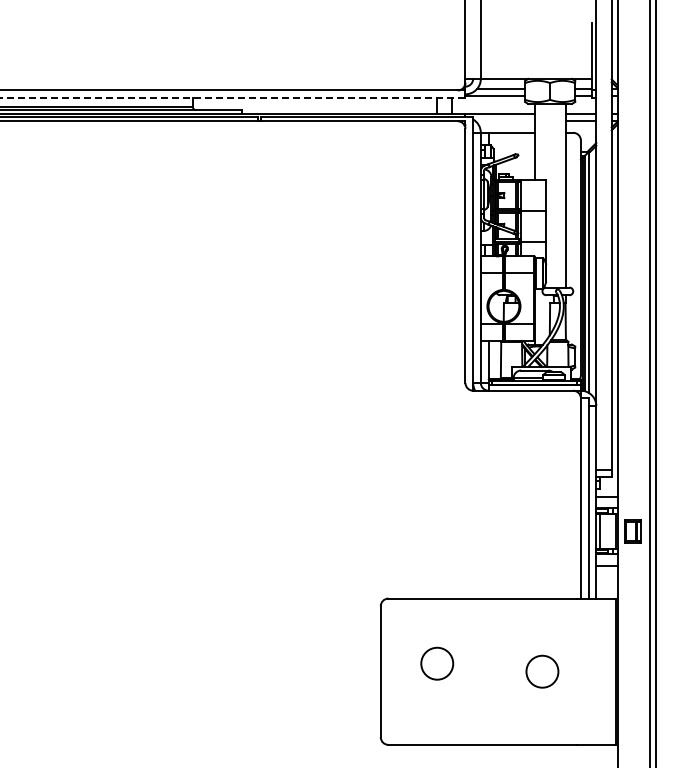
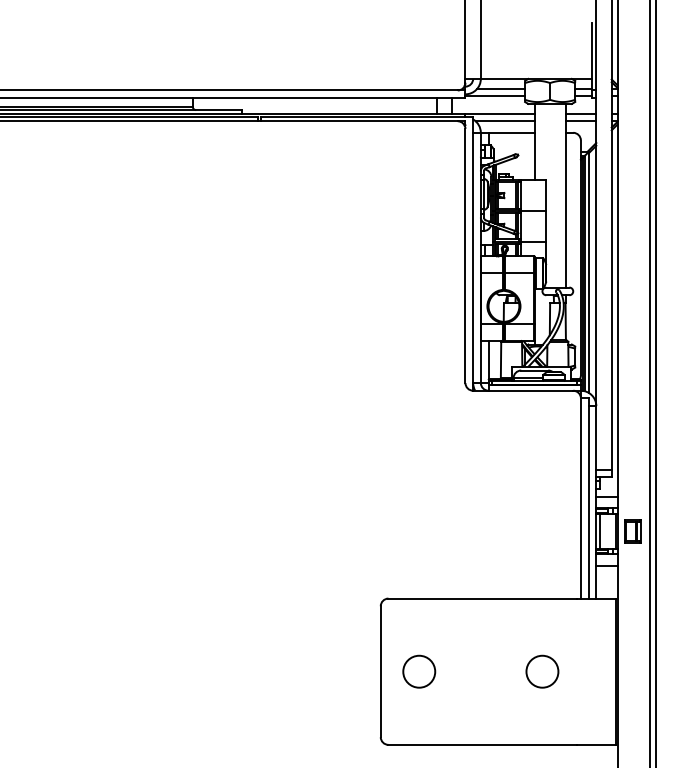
line at (232, 98): dashed -> solid
line at (504, 121): none -> present
circle at (437, 663) position: (437, 663) -> (419, 671)
